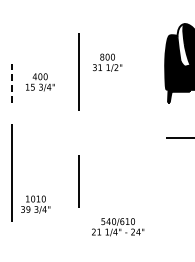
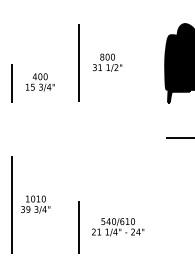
fill at (183, 45): none -> present
line at (78, 71) position: (78, 71) -> (78, 62)
line at (11, 82): dashed -> solid
line at (11, 172) position: (11, 172) -> (11, 204)
line at (78, 181) position: (78, 181) -> (78, 227)
